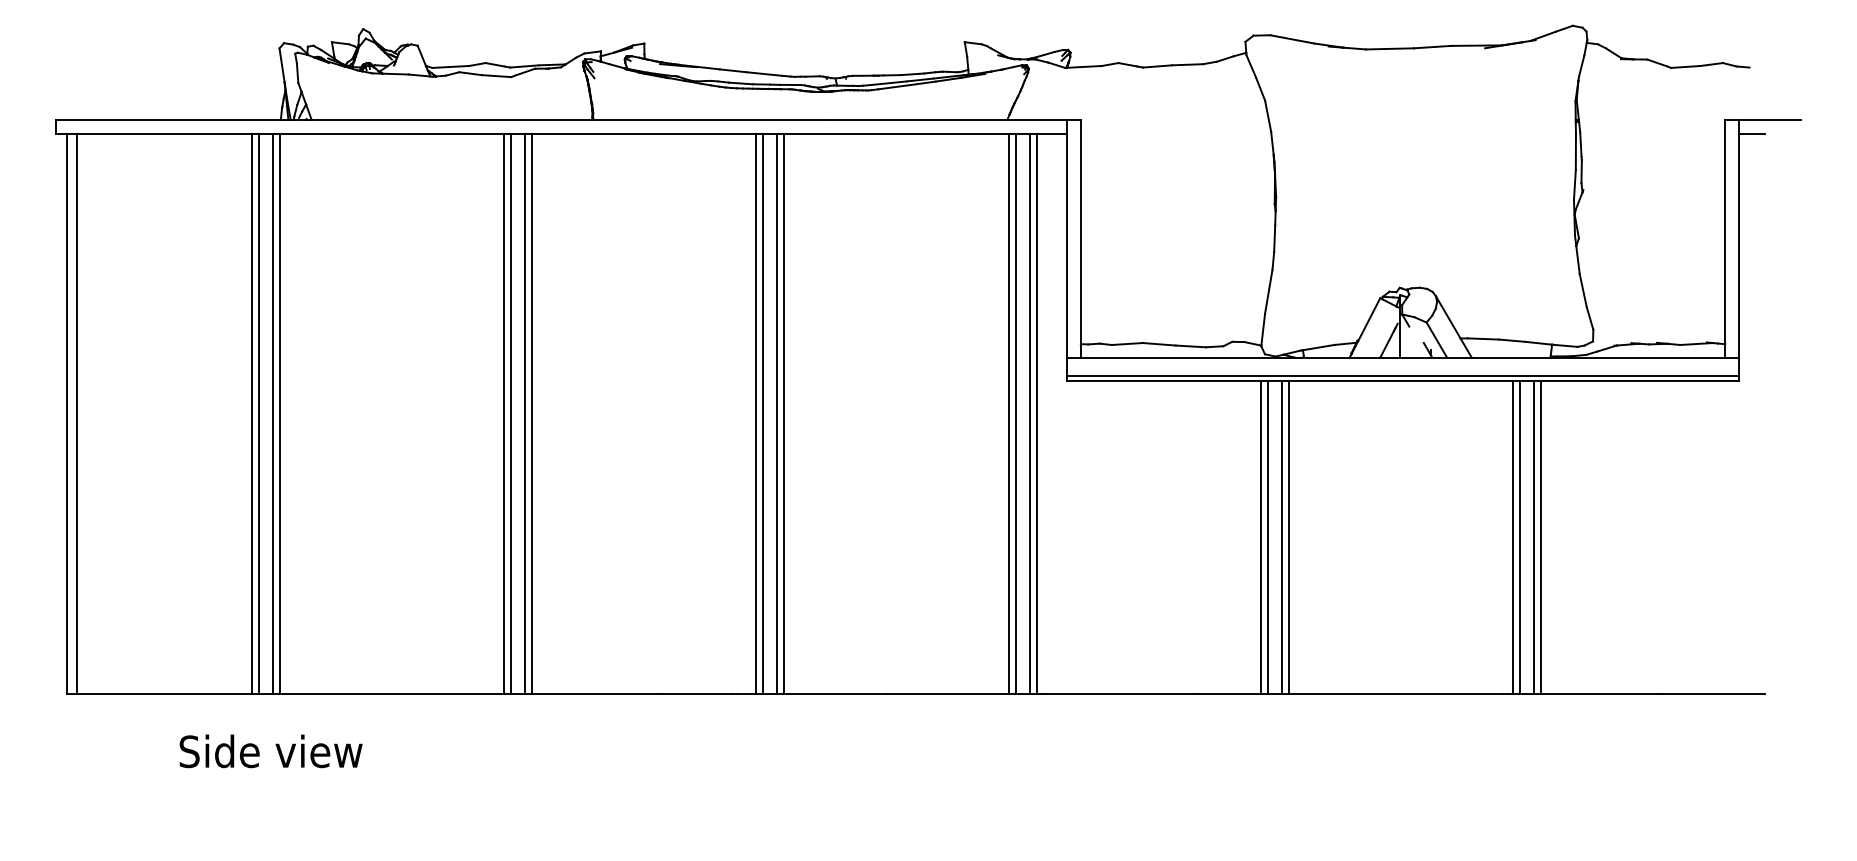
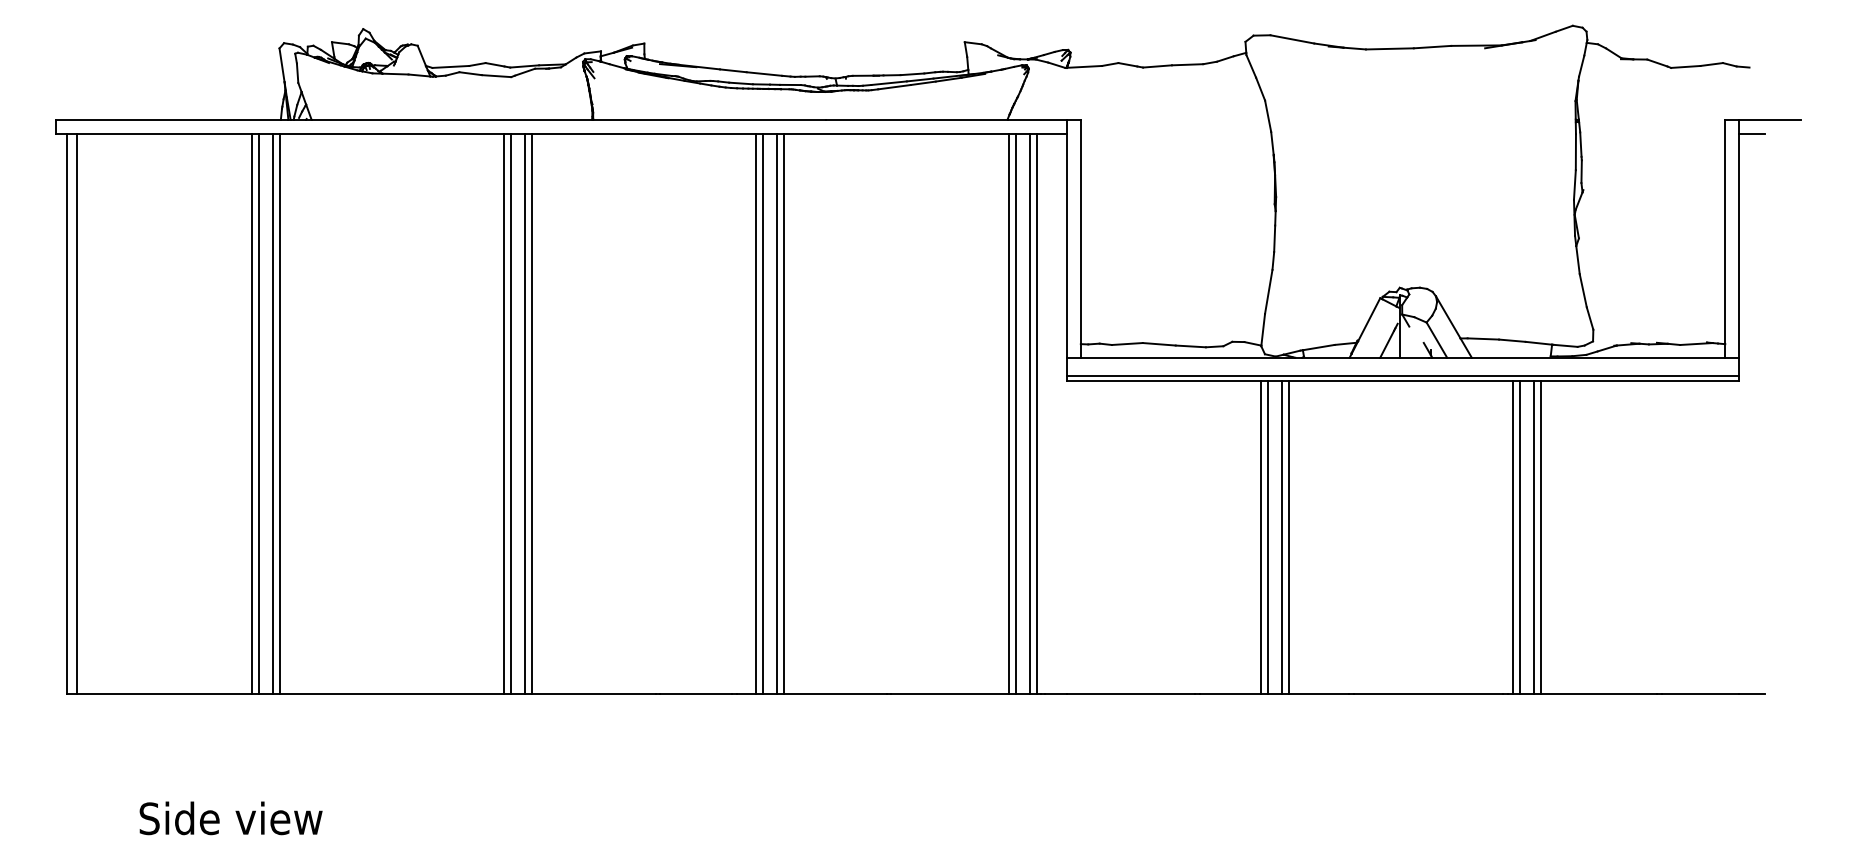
text at (270, 751) position: (270, 751) -> (230, 818)
